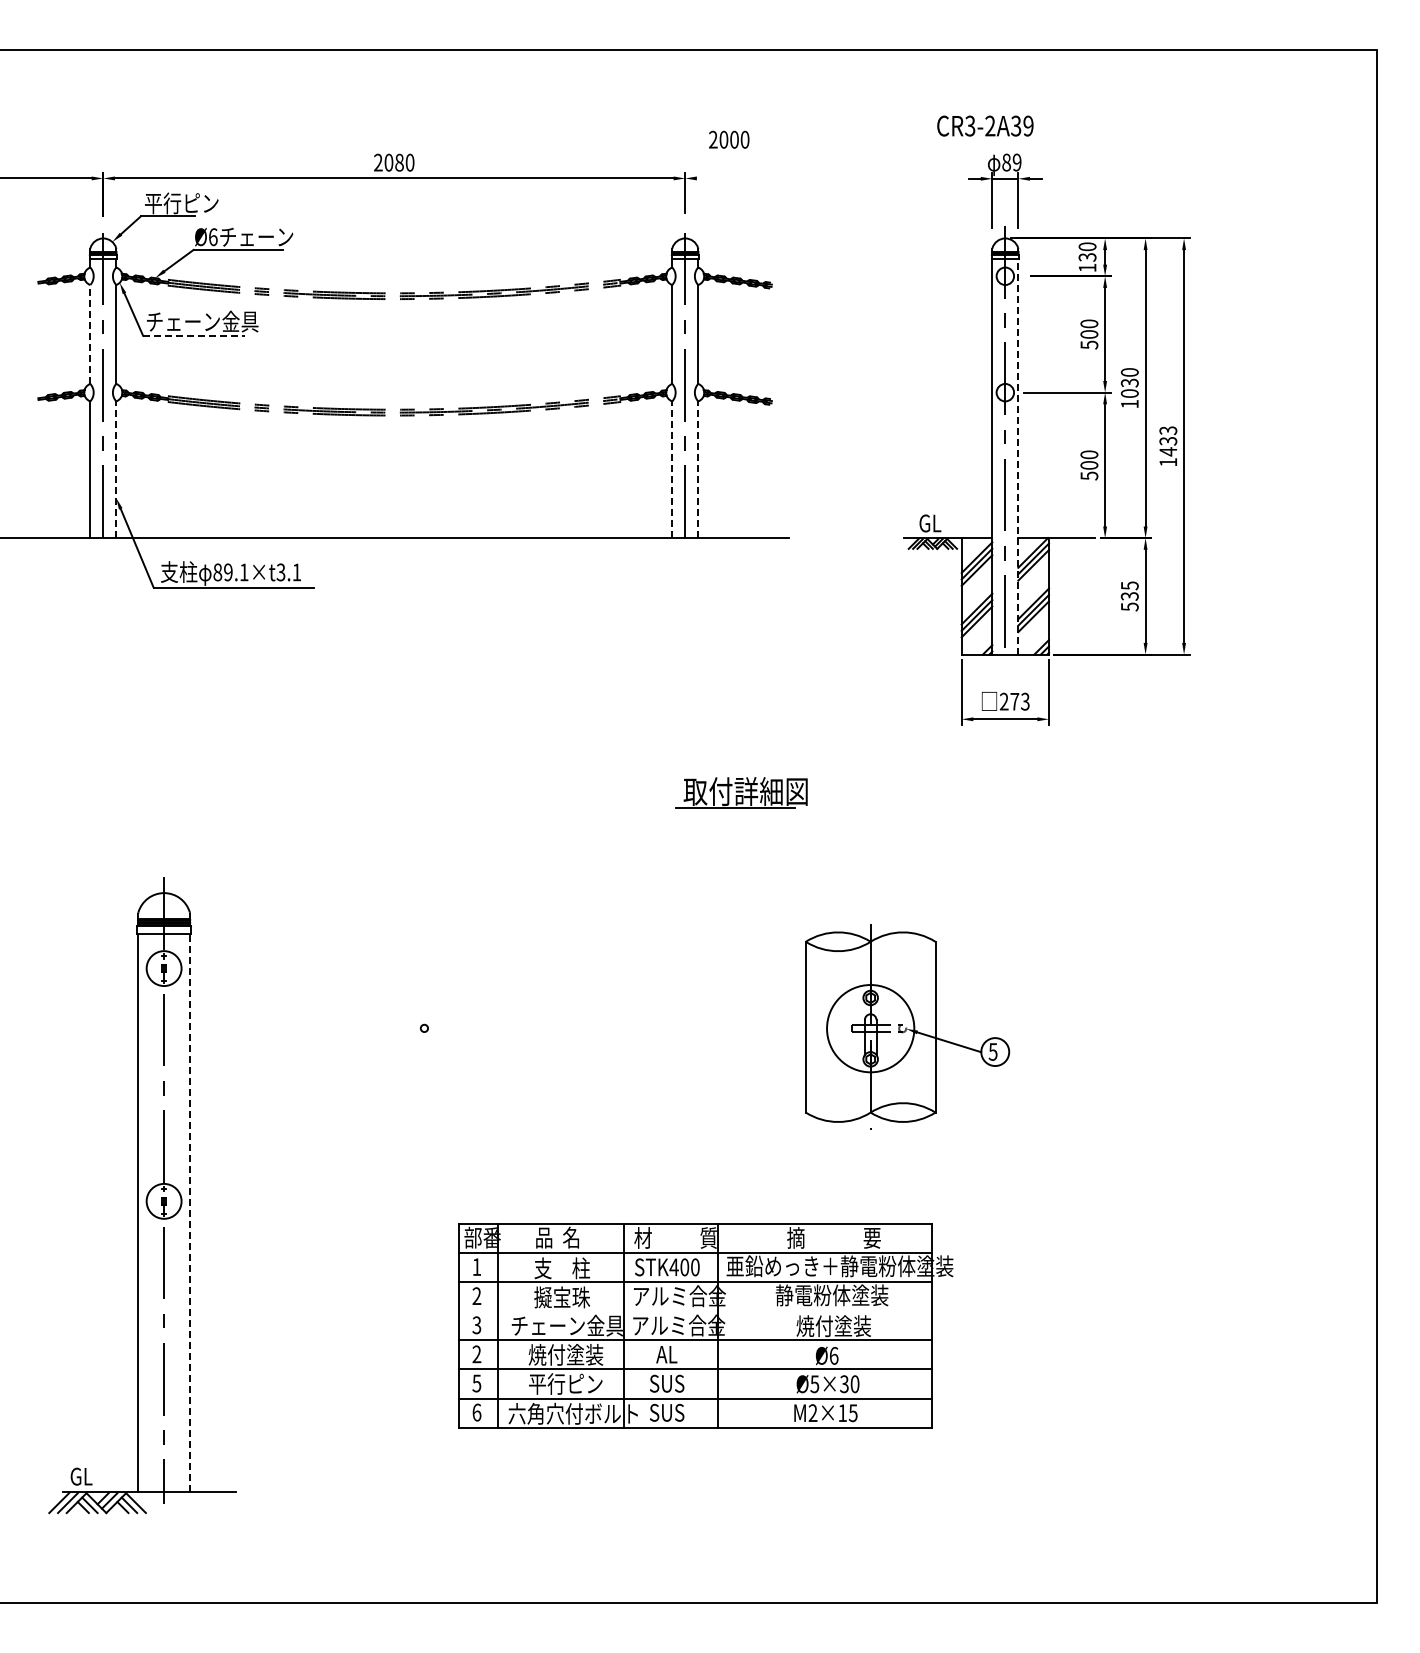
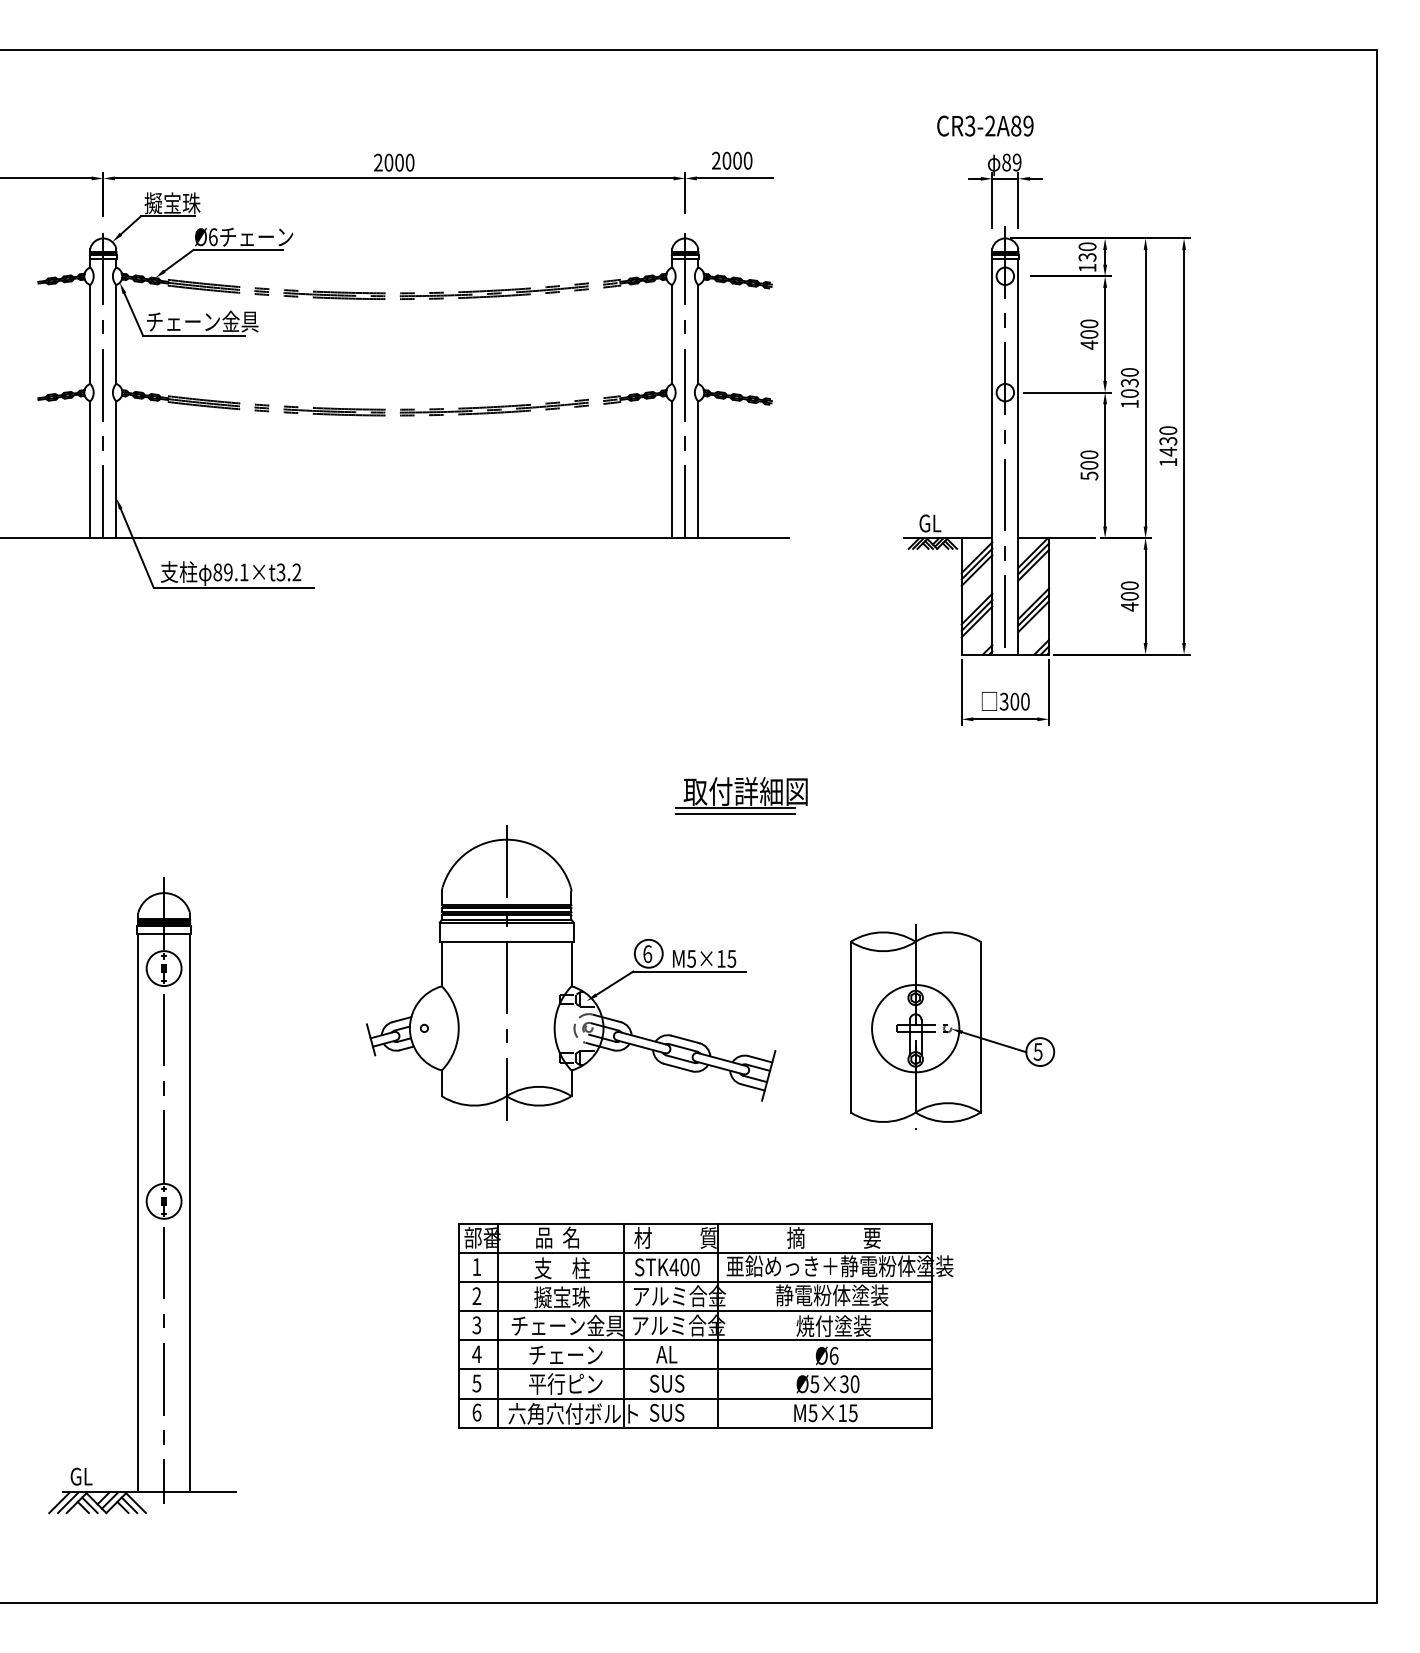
text at (1016, 125): CR3-2A39 -> CR3-2A89
text at (729, 139) position: (729, 139) -> (732, 160)
text at (399, 162): 2080 -> 2000
line at (734, 178): none -> present
text at (181, 203): 平行ピン -> 擬宝珠
line at (90, 333): dashed -> solid
line at (193, 335): dashed -> solid
text at (1089, 344): 500 -> 400
text at (1168, 430): 1433 -> 1430
line at (1018, 456): dashed -> solid
line at (116, 469): dashed -> solid
line at (672, 469): dashed -> solid
line at (698, 469): dashed -> solid
text at (296, 571): 89.1×t3.1 -> 89.1×t3.2
text at (1129, 596): 535 -> 400
text at (1014, 701): 273 -> 300
line at (734, 813): none -> present
part at (571, 972): none -> present
part at (907, 1026) position: (907, 1026) -> (952, 1026)
line at (190, 1212): dashed -> solid
line at (695, 1311): none -> present
text at (476, 1354): 2 -> 4
text at (565, 1354): 焼付塗装 -> チェーン
text at (812, 1413): M2×15 -> M5×15
